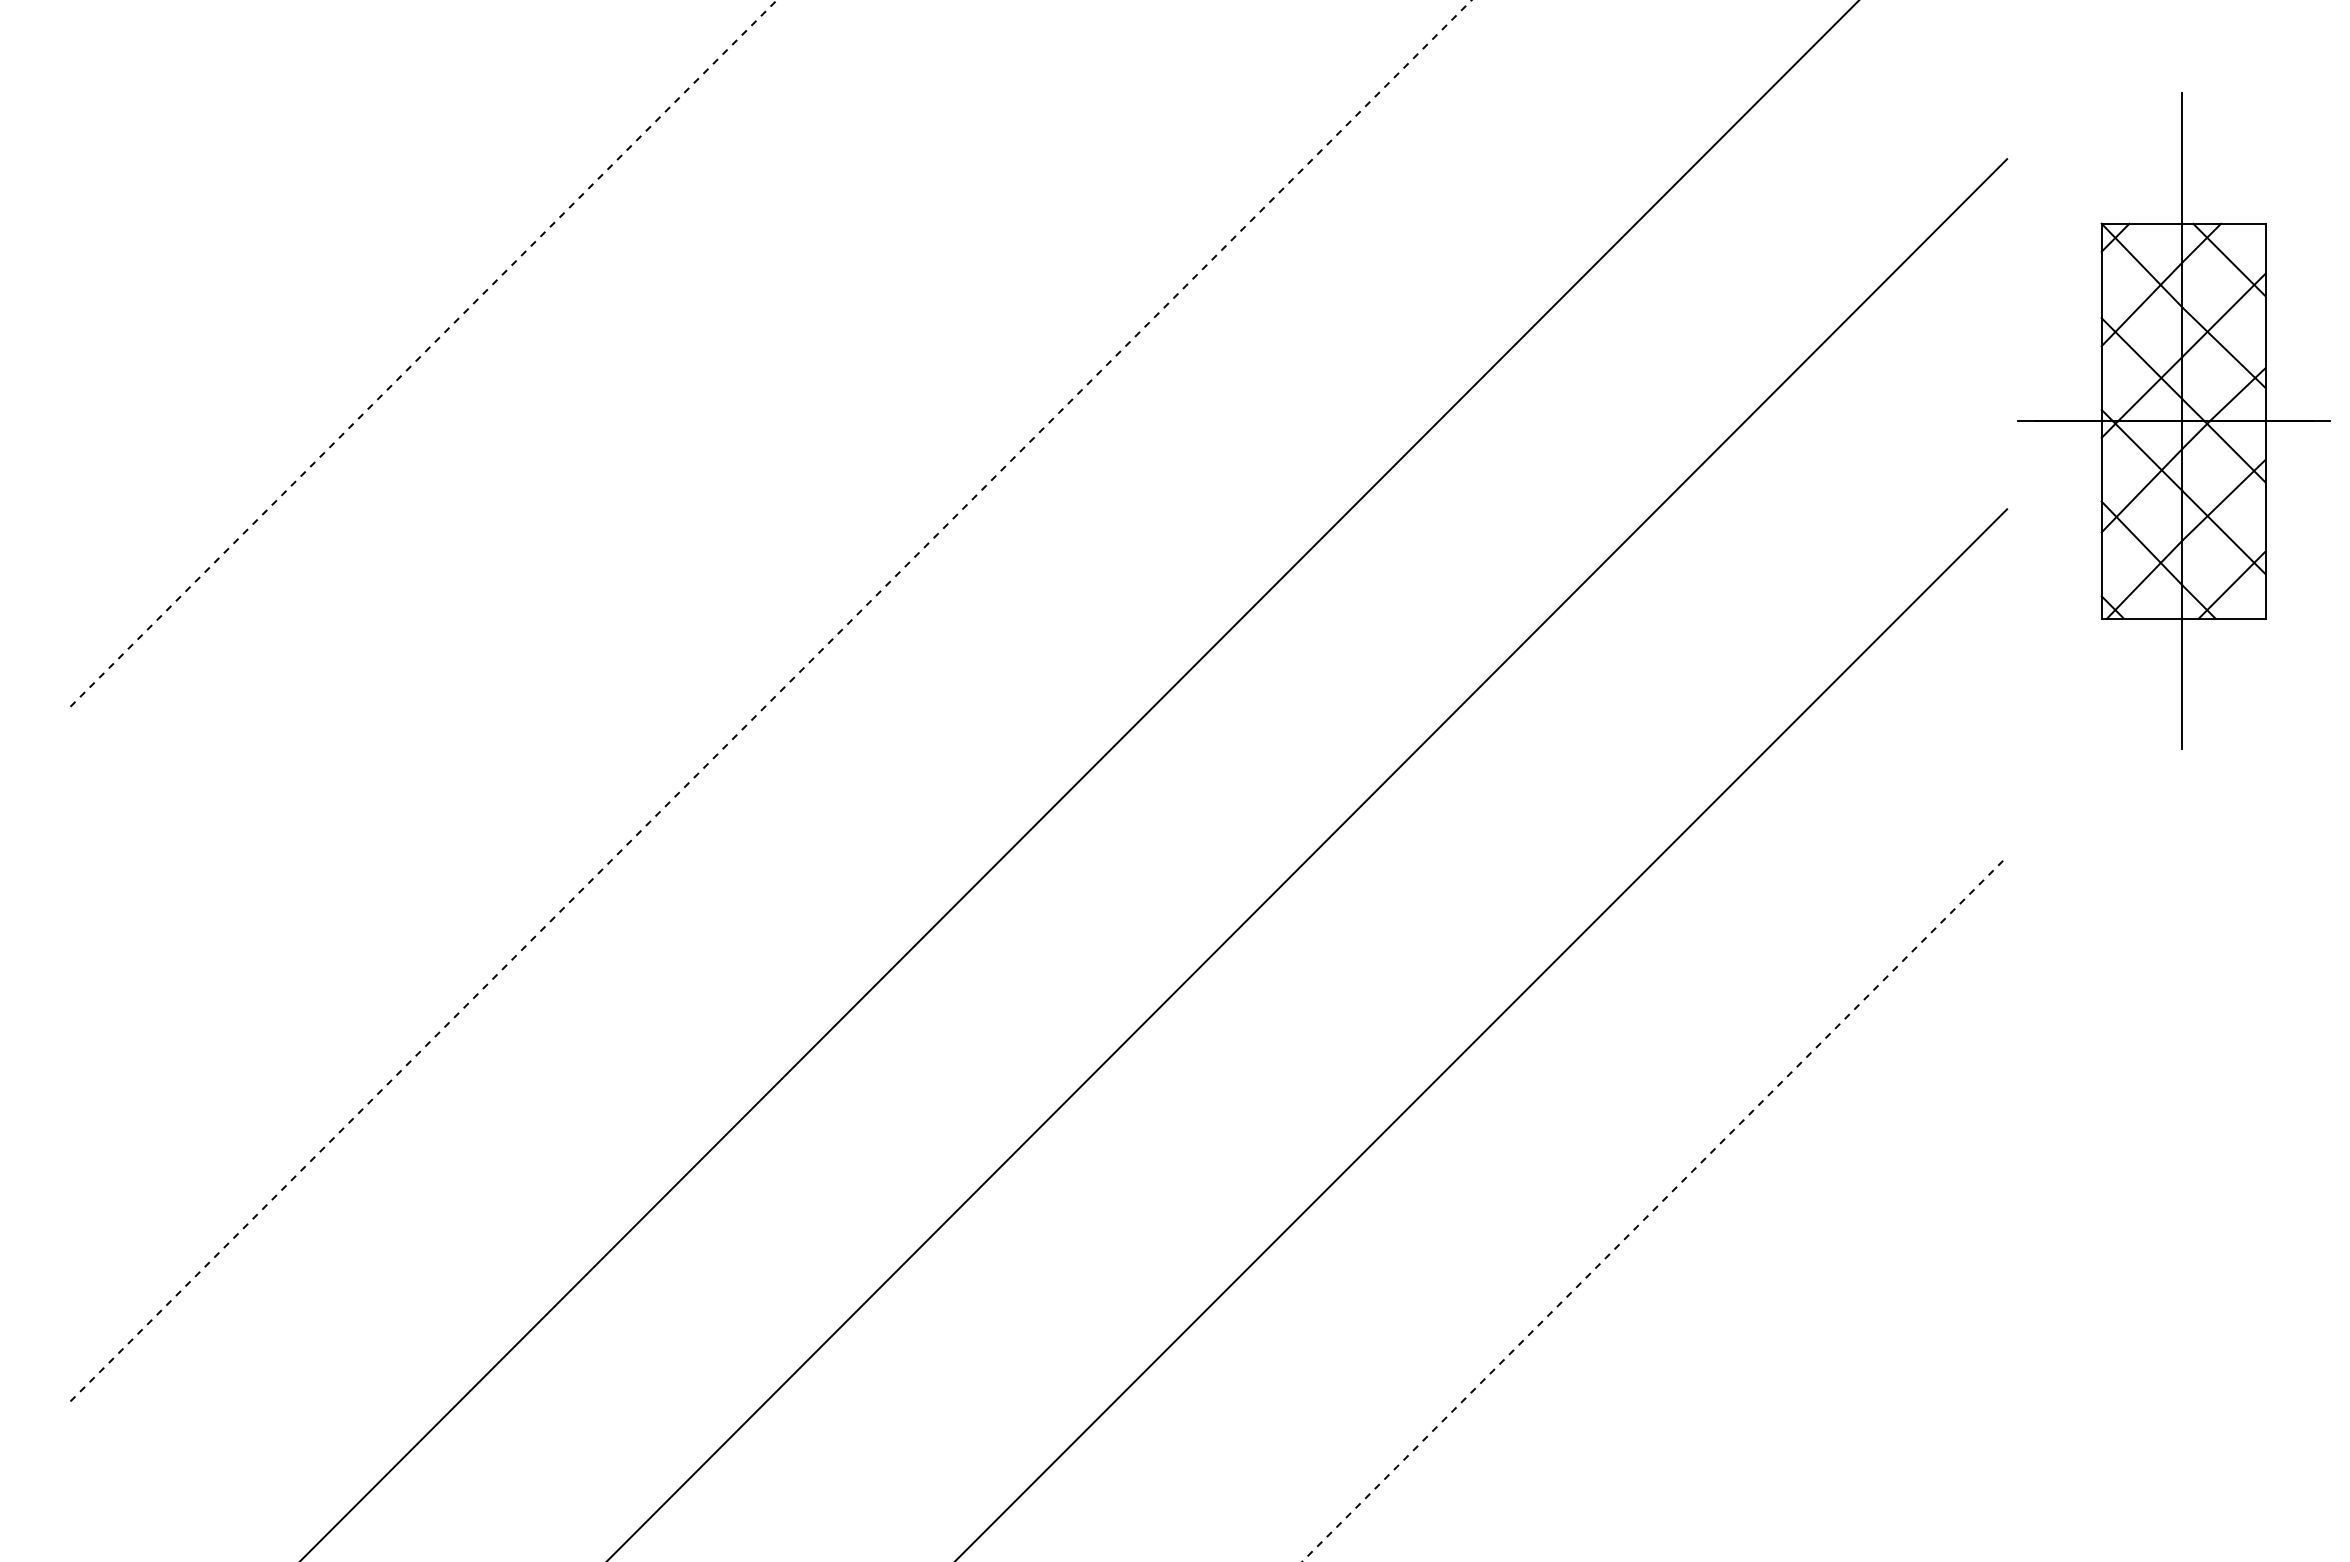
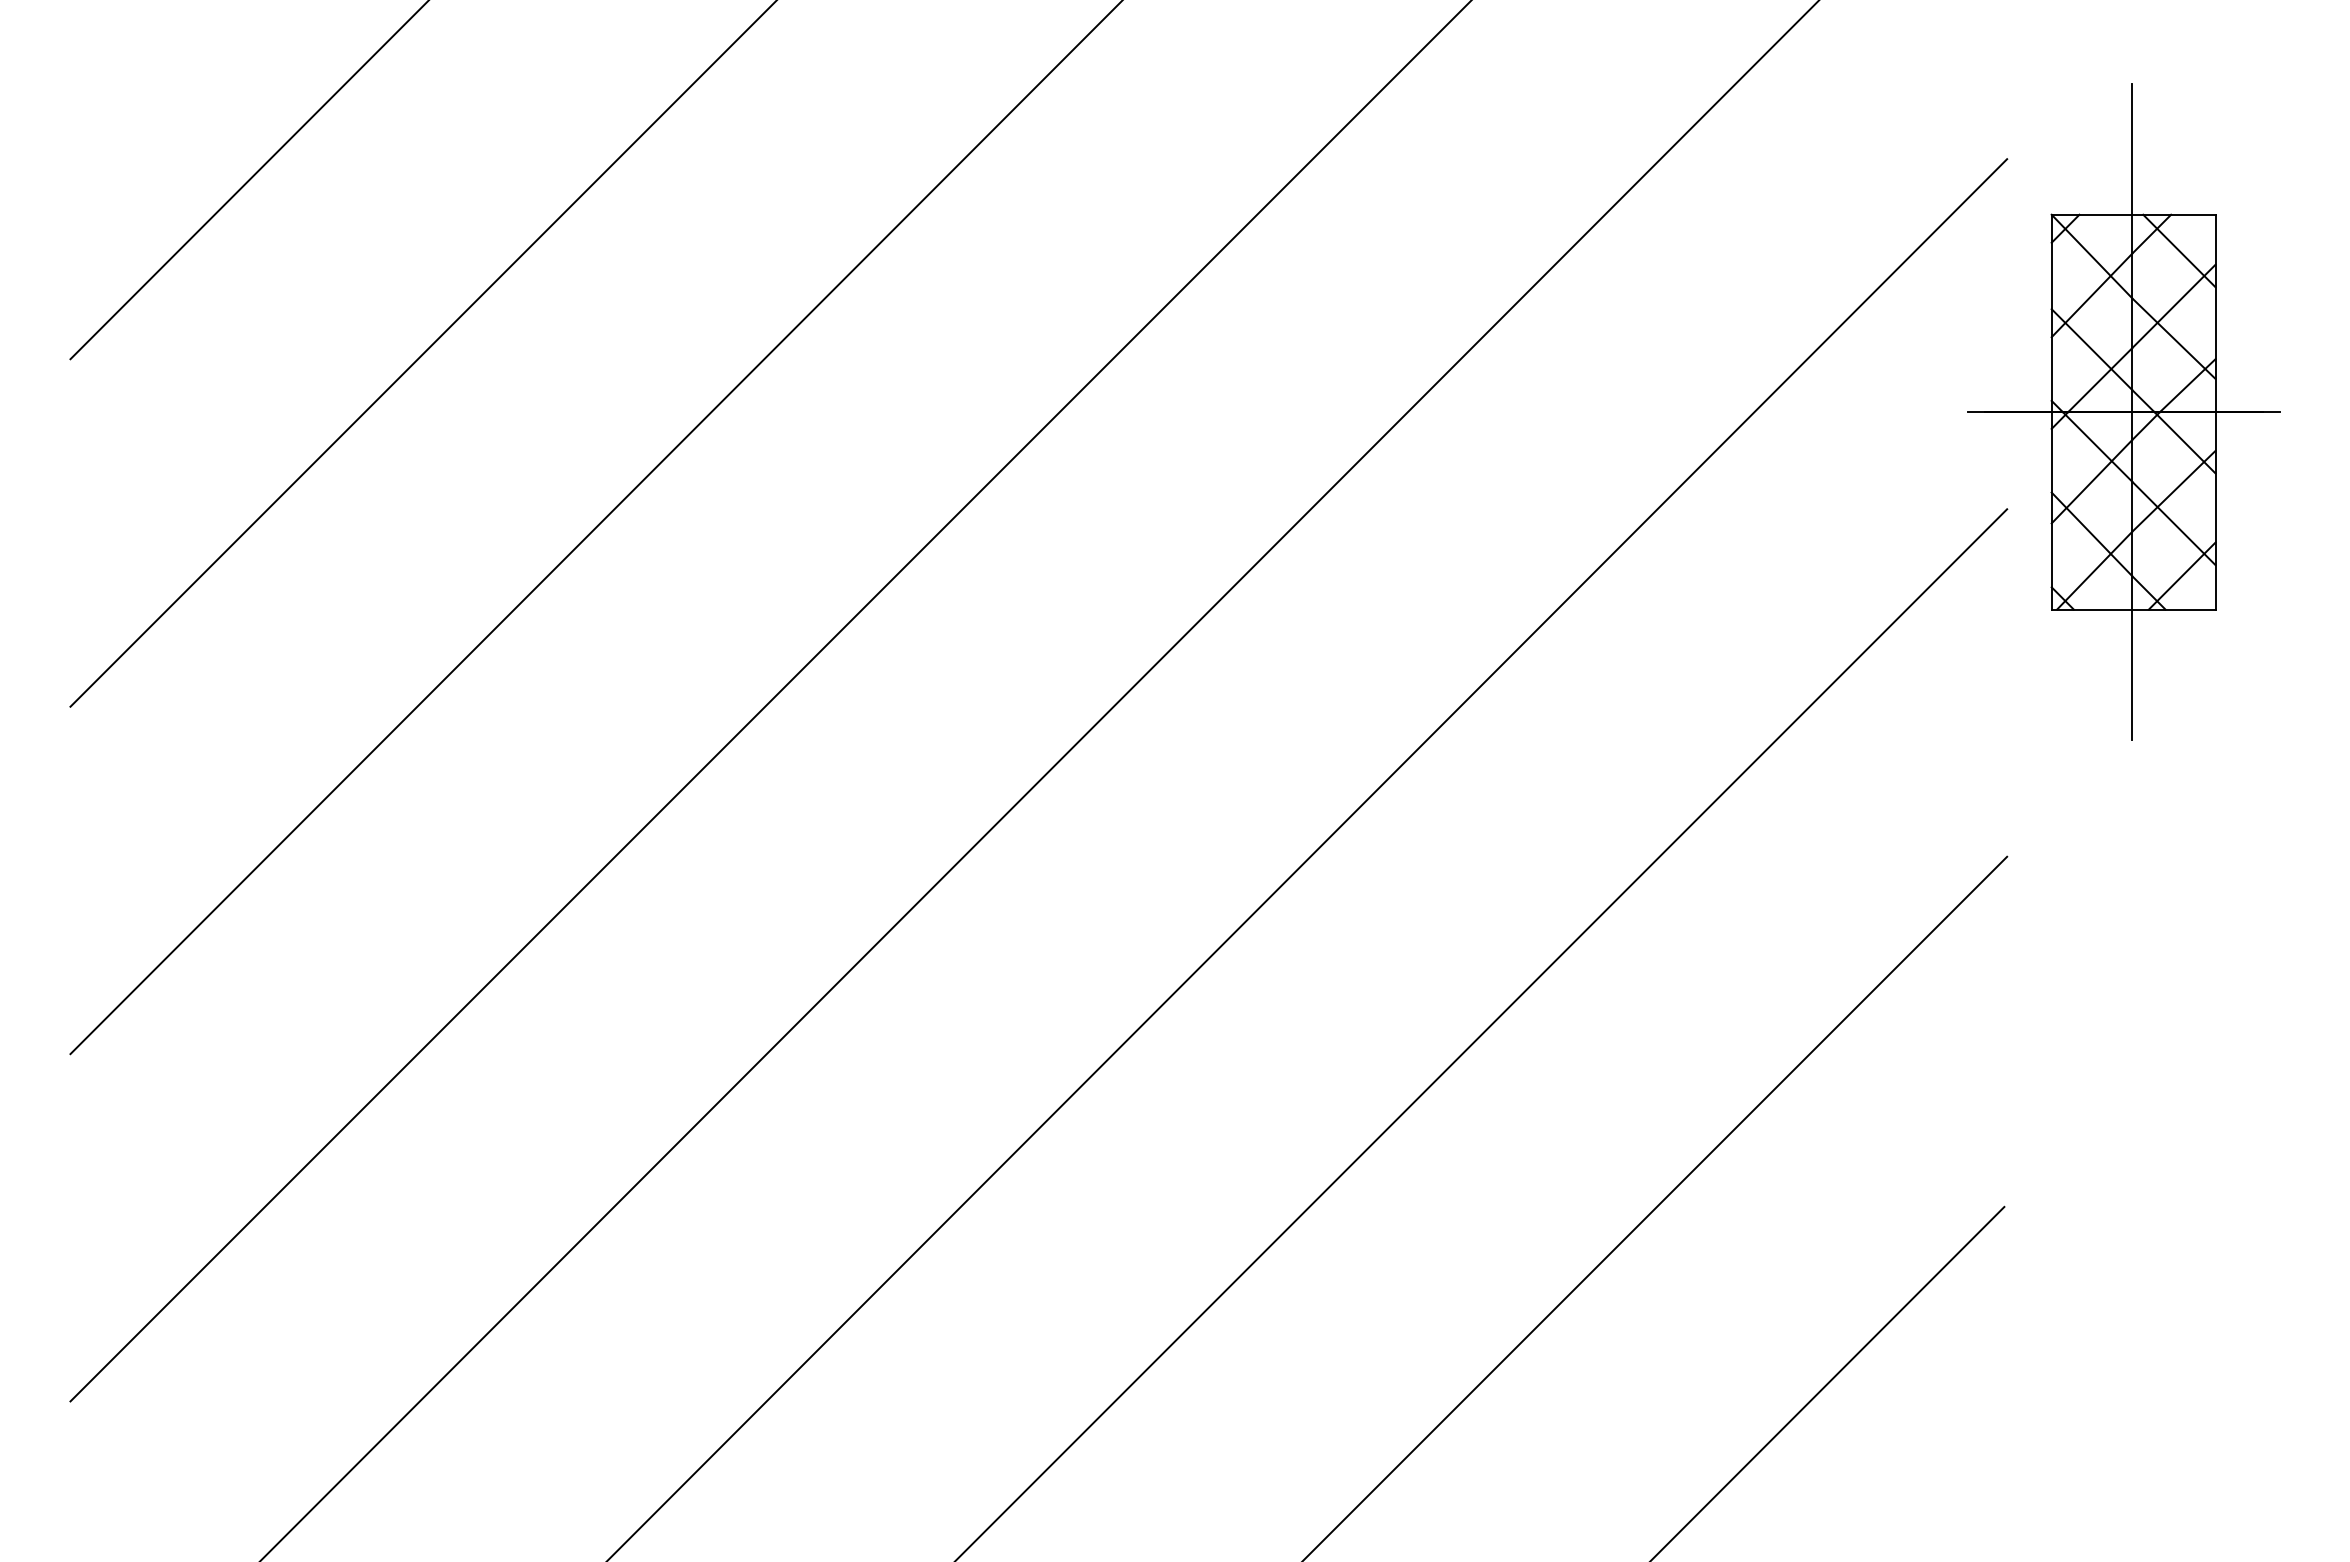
line at (248, 180): none -> present
line at (424, 353): dashed -> solid
part at (2173, 420) position: (2173, 420) -> (2123, 411)
line at (595, 528): none -> present
line at (771, 700): dashed -> solid
line at (1079, 780) position: (1079, 780) -> (1039, 780)
line at (1655, 1208): dashed -> solid
line at (1828, 1382): none -> present
